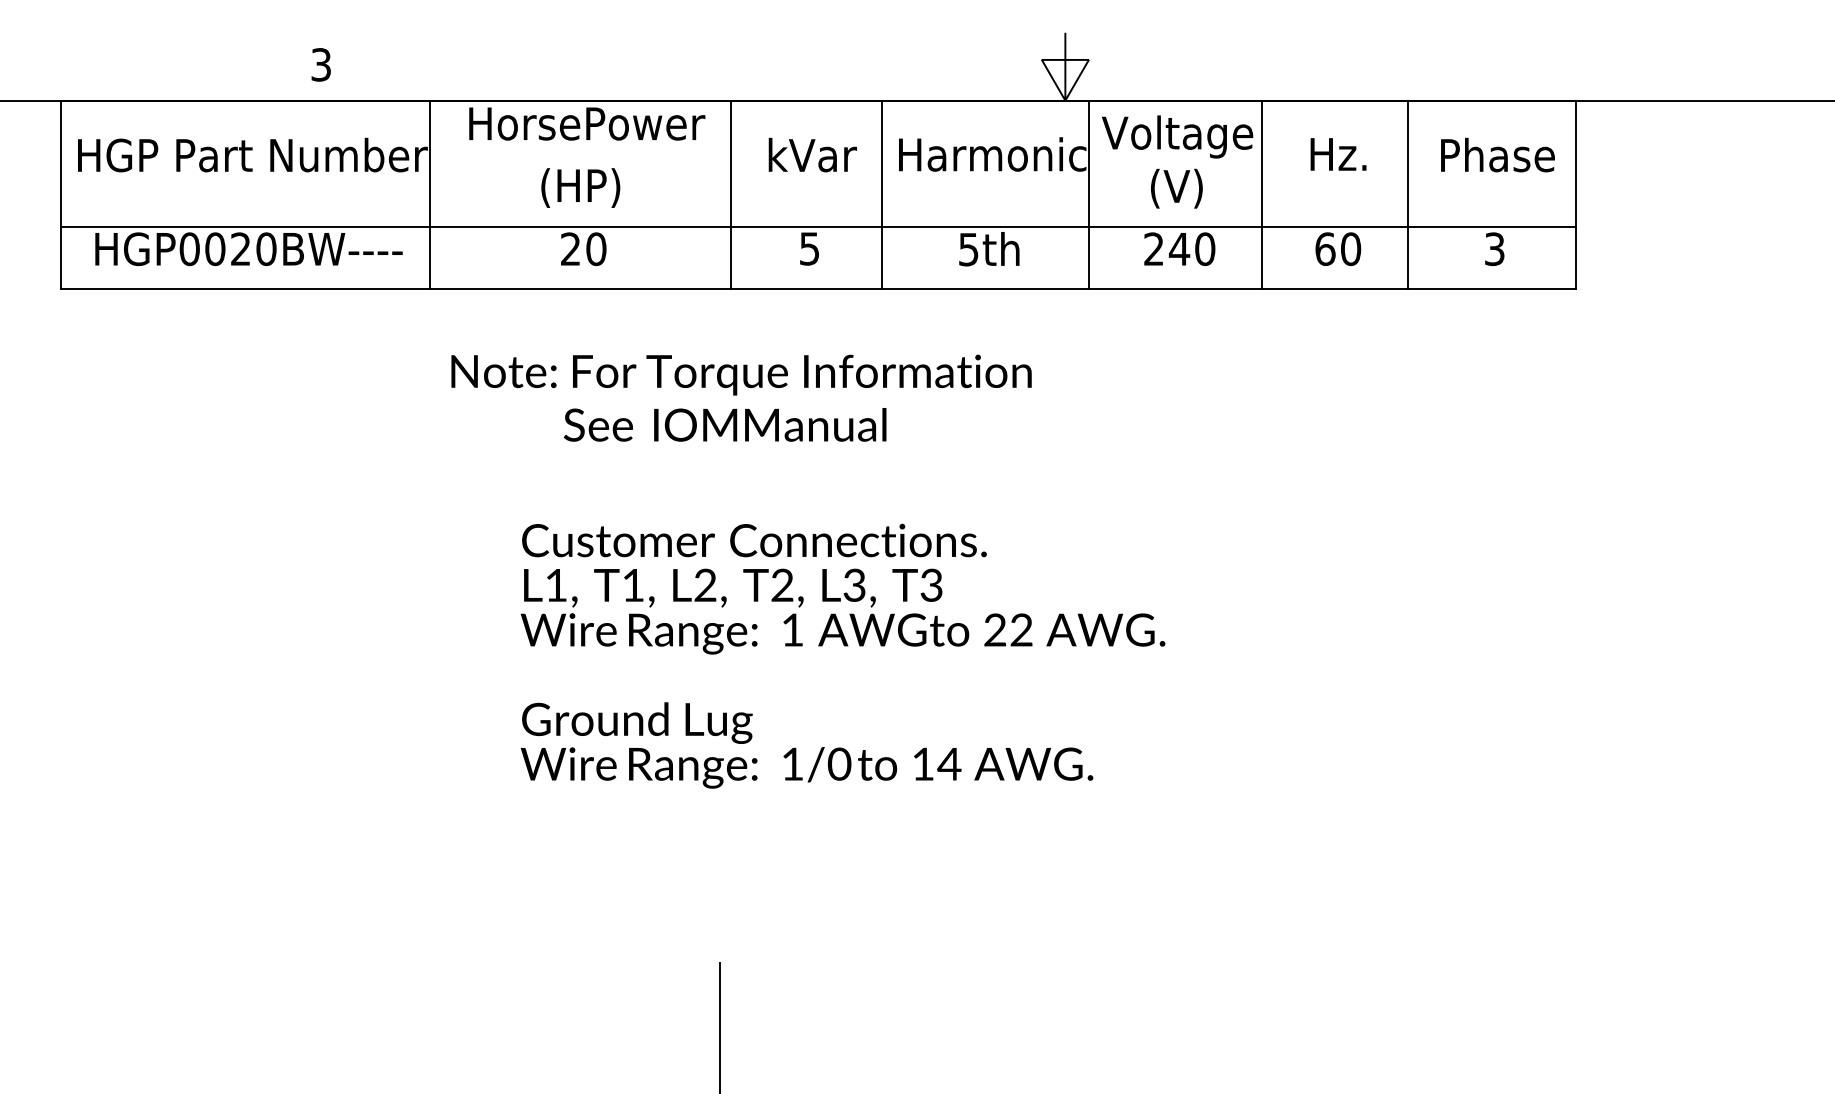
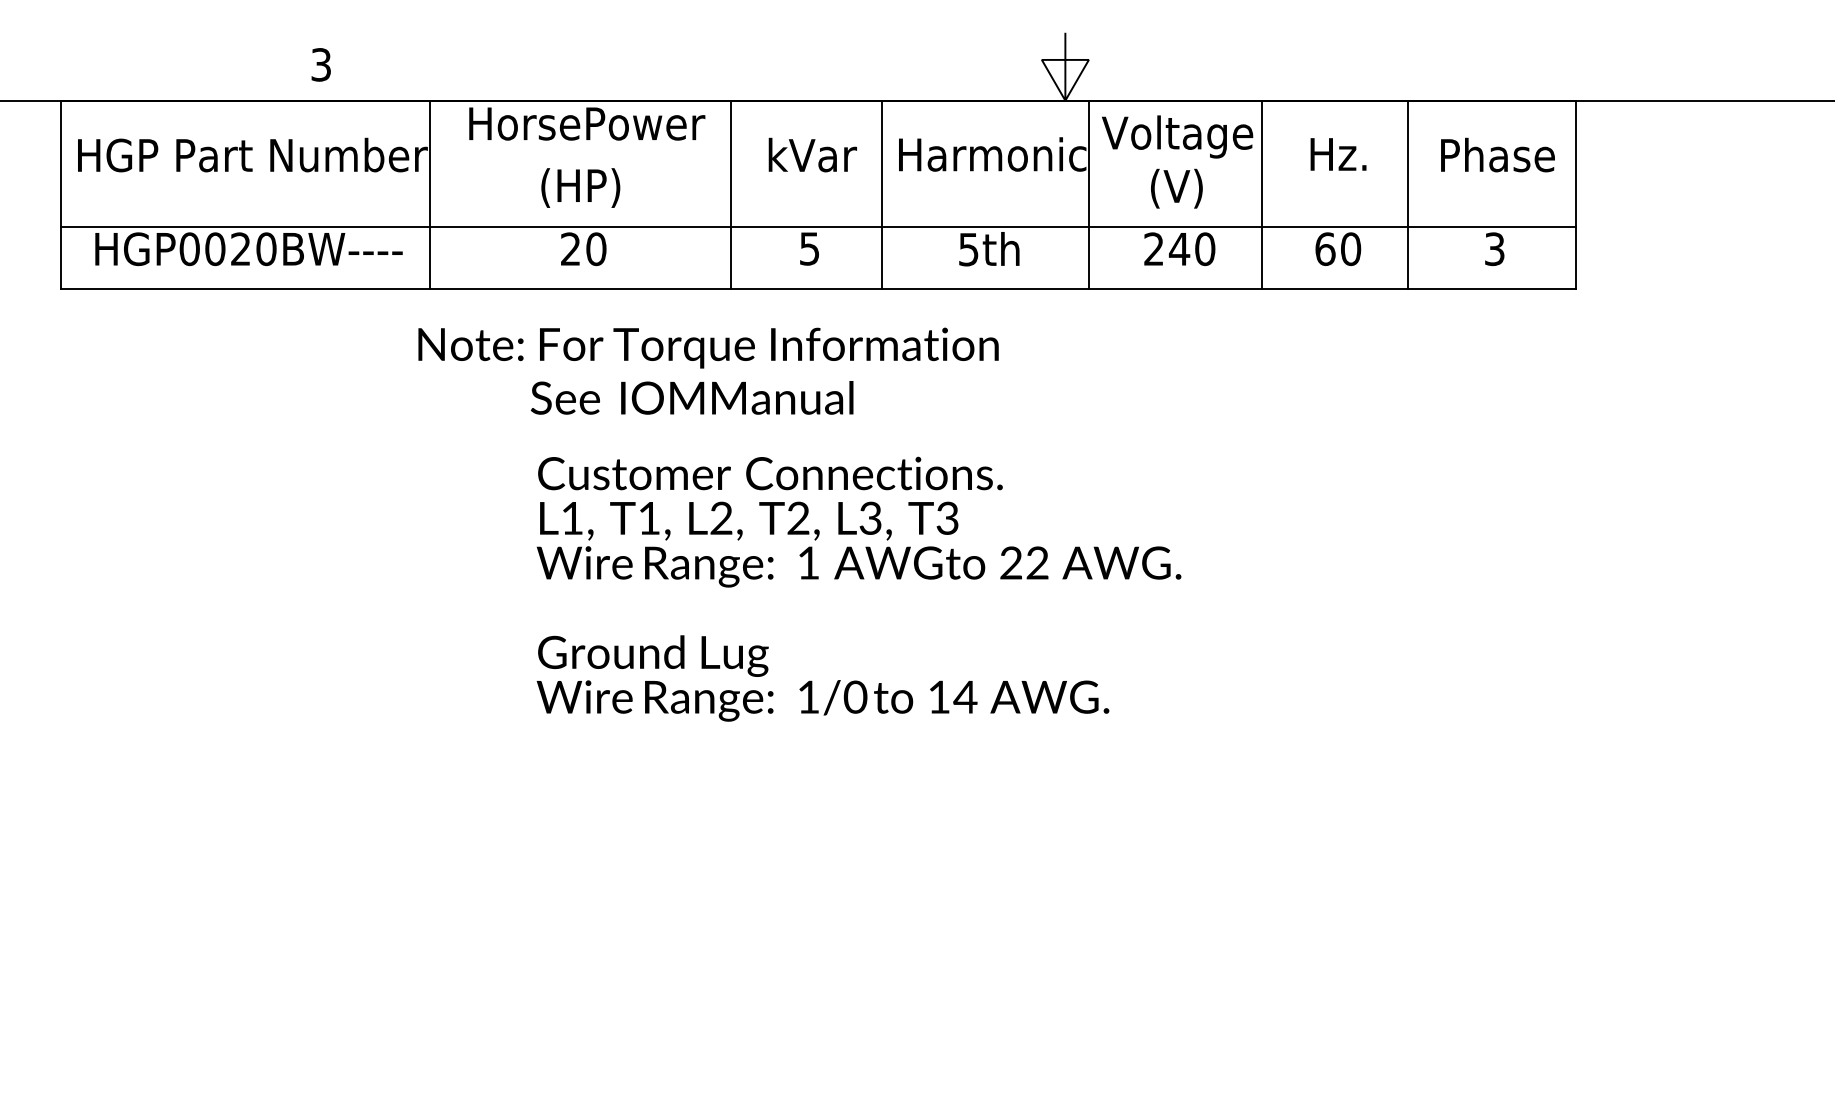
text at (741, 397) position: (741, 397) -> (708, 370)
text at (842, 655) position: (842, 655) -> (858, 588)
line at (720, 1026): present -> none
